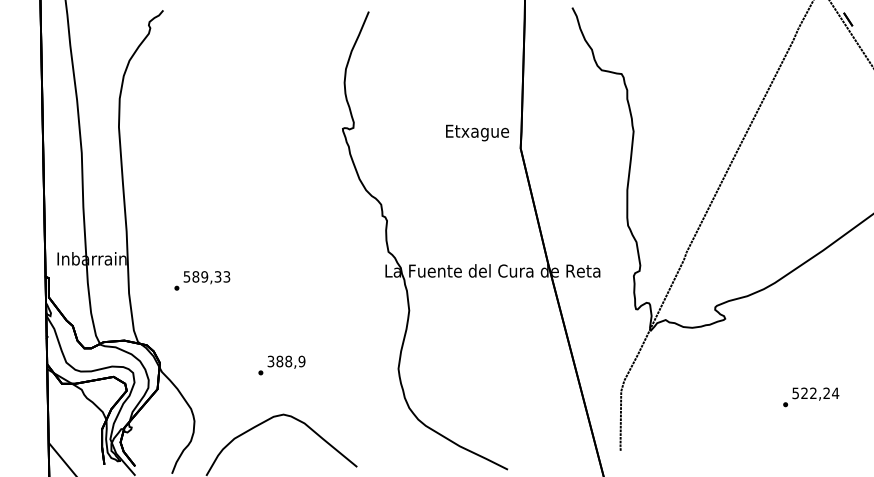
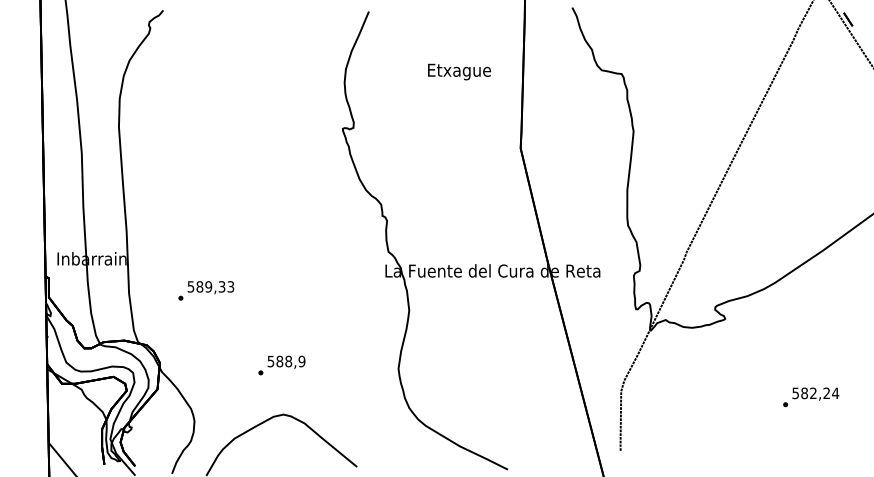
text at (477, 132) position: (477, 132) -> (459, 71)
text at (202, 280) position: (202, 280) -> (206, 290)
text at (271, 360): 388,9 -> 588,9
text at (804, 393): 522,24 -> 582,24
